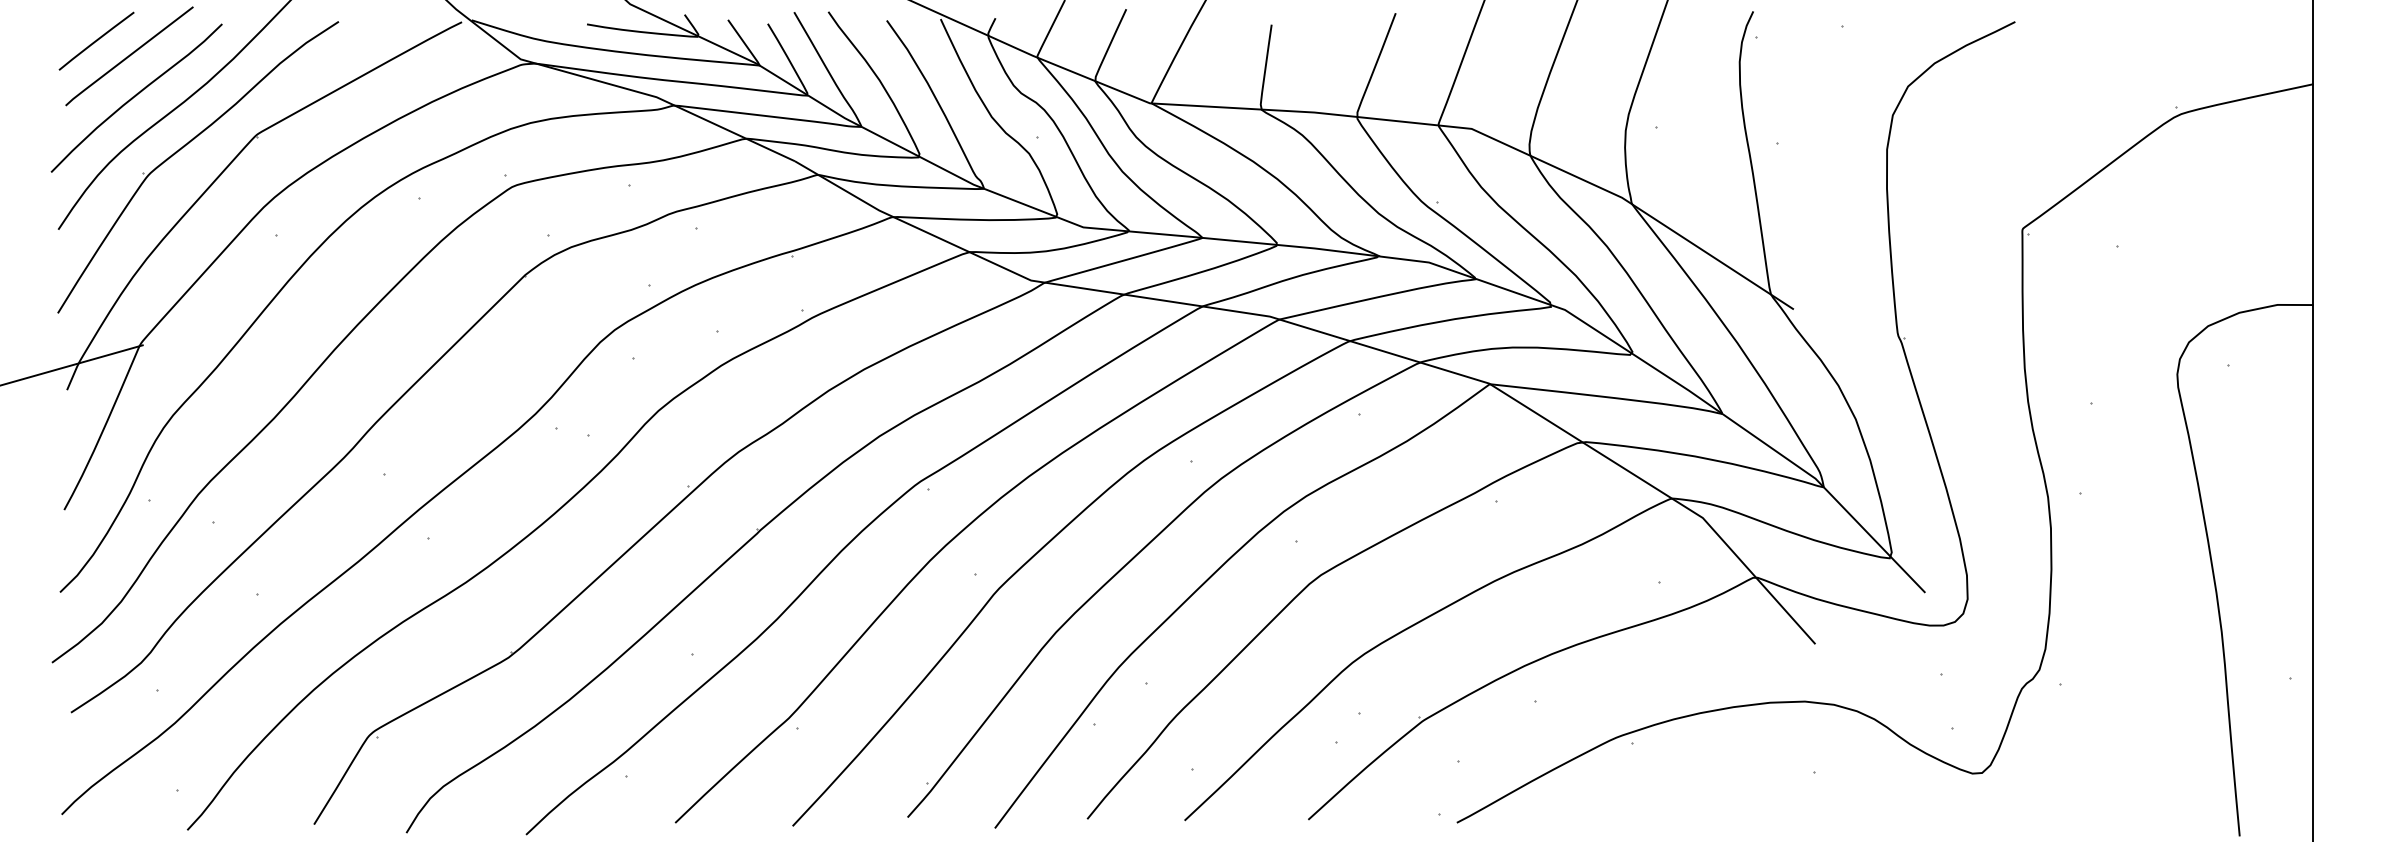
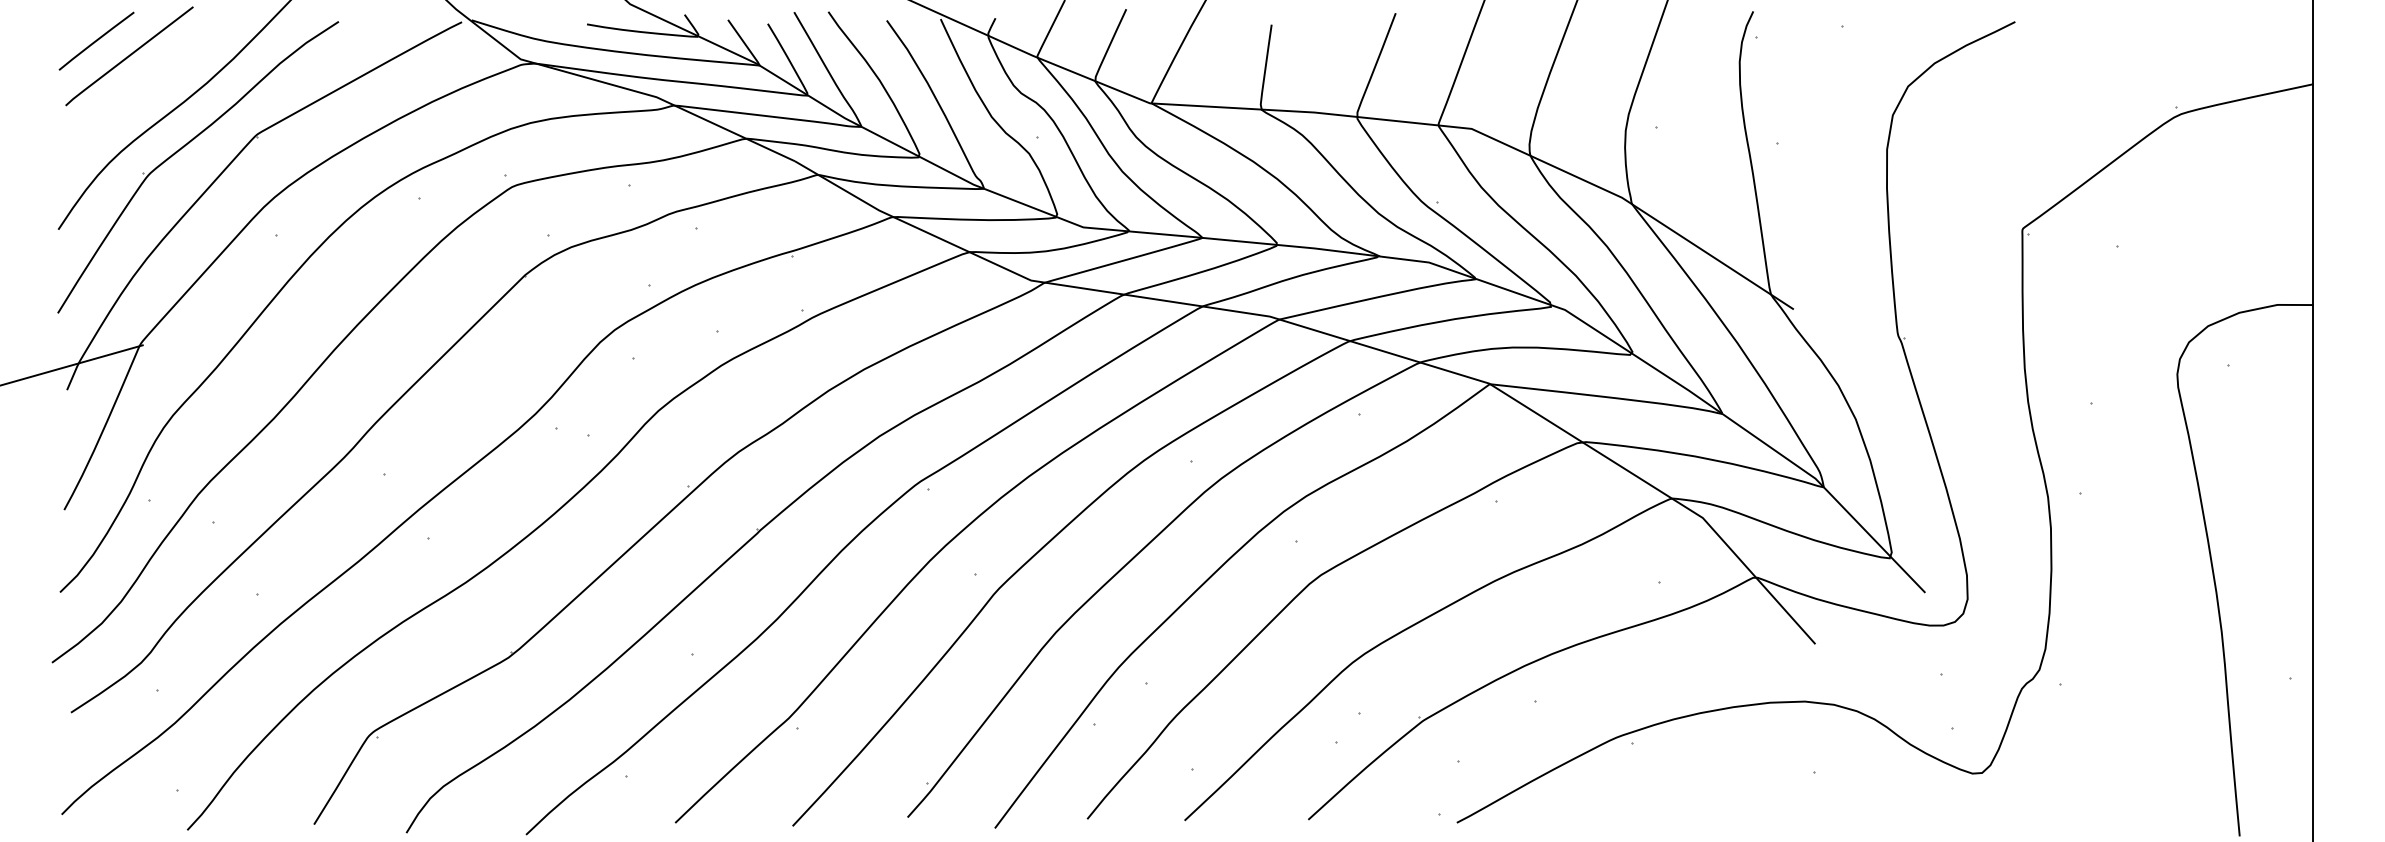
curve at (136, 96): present -> none
